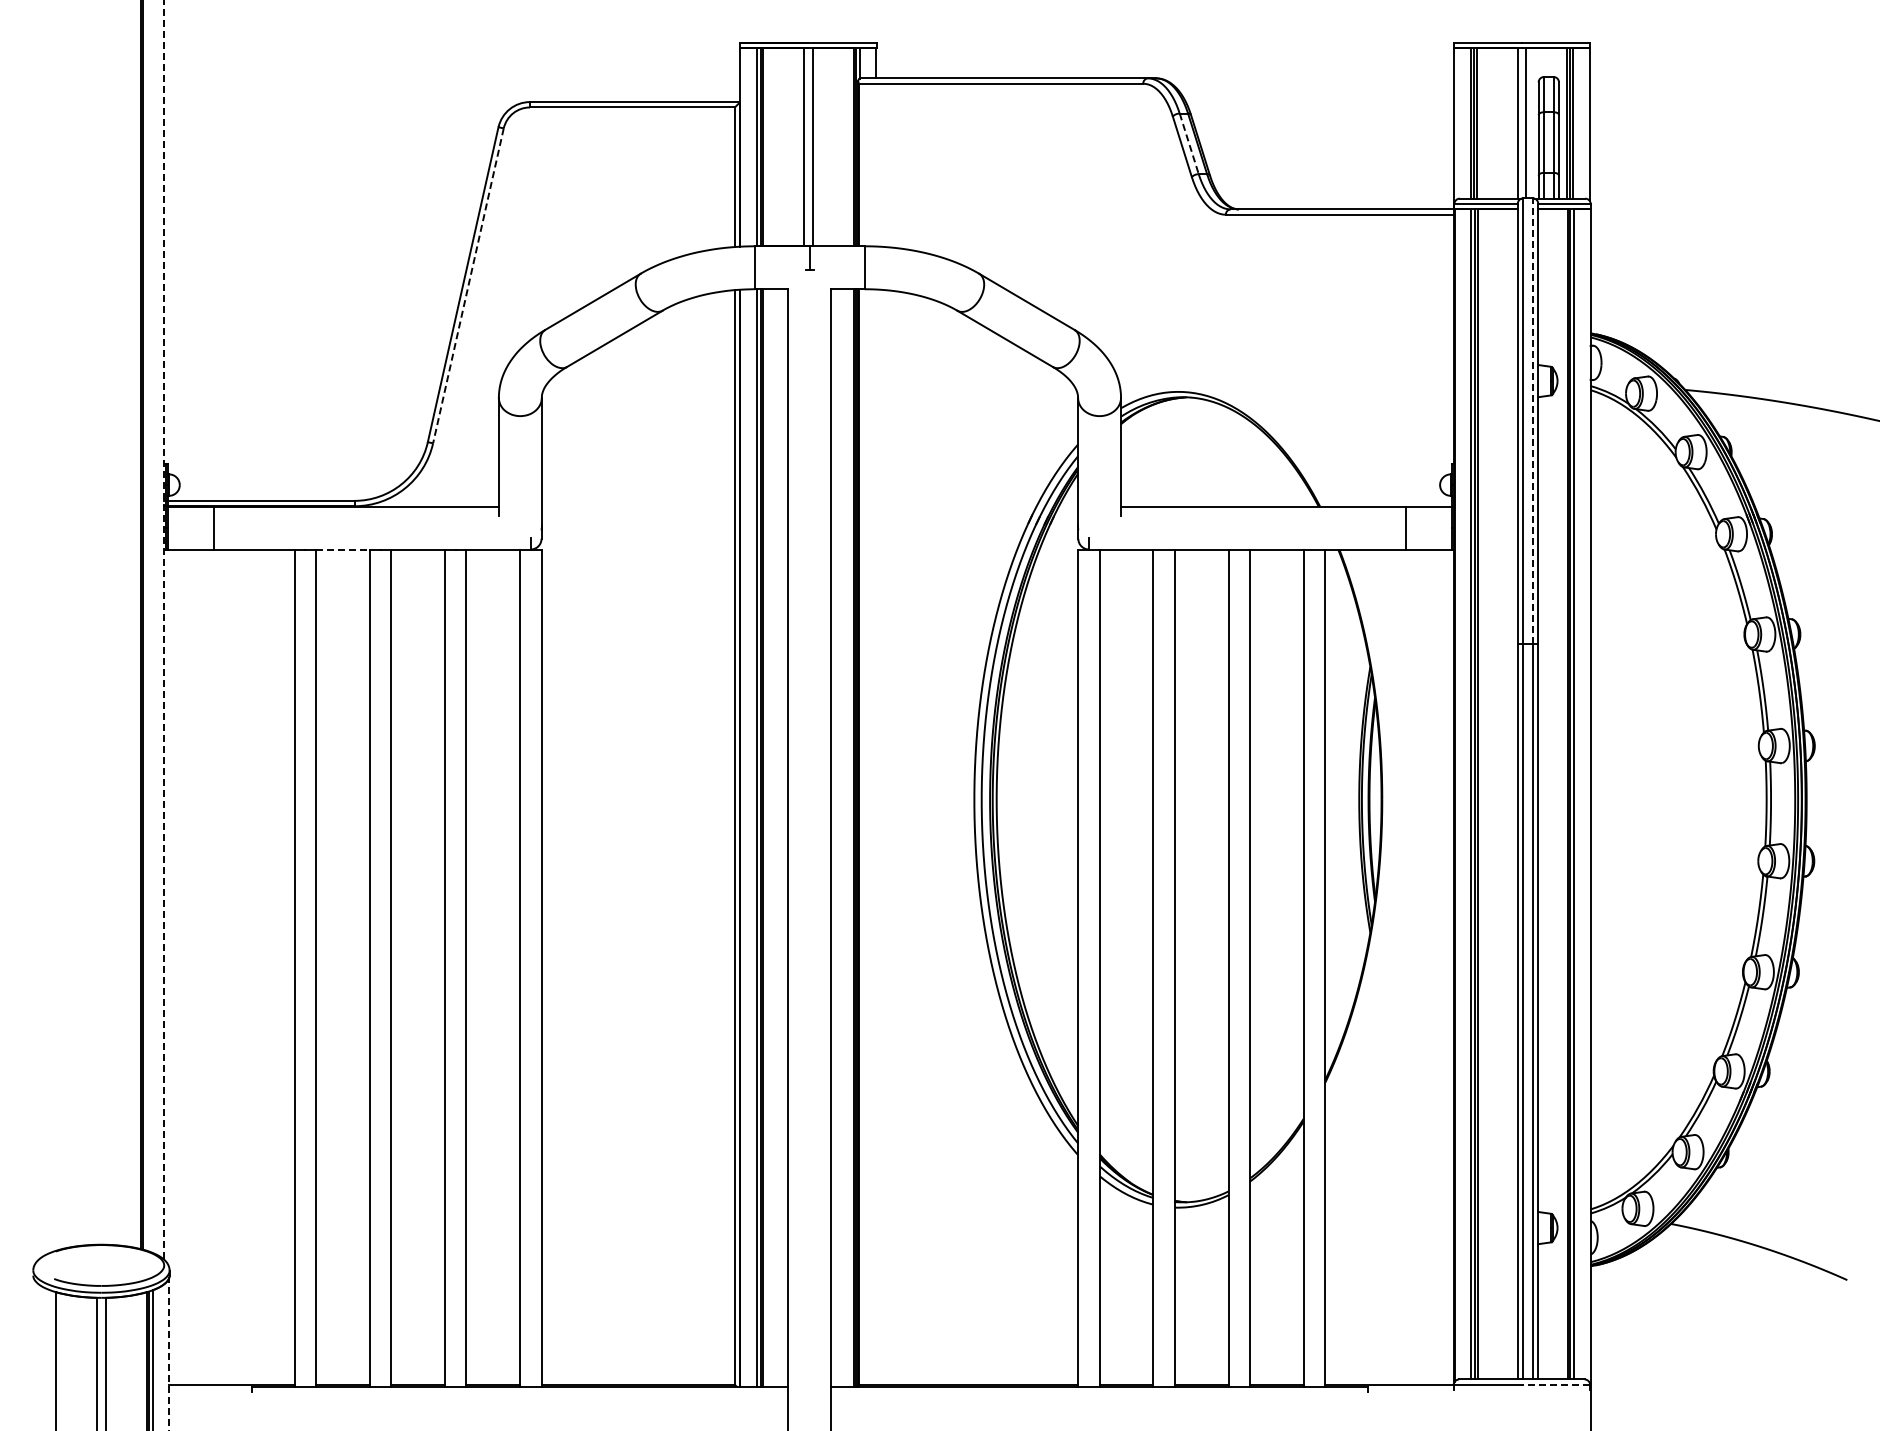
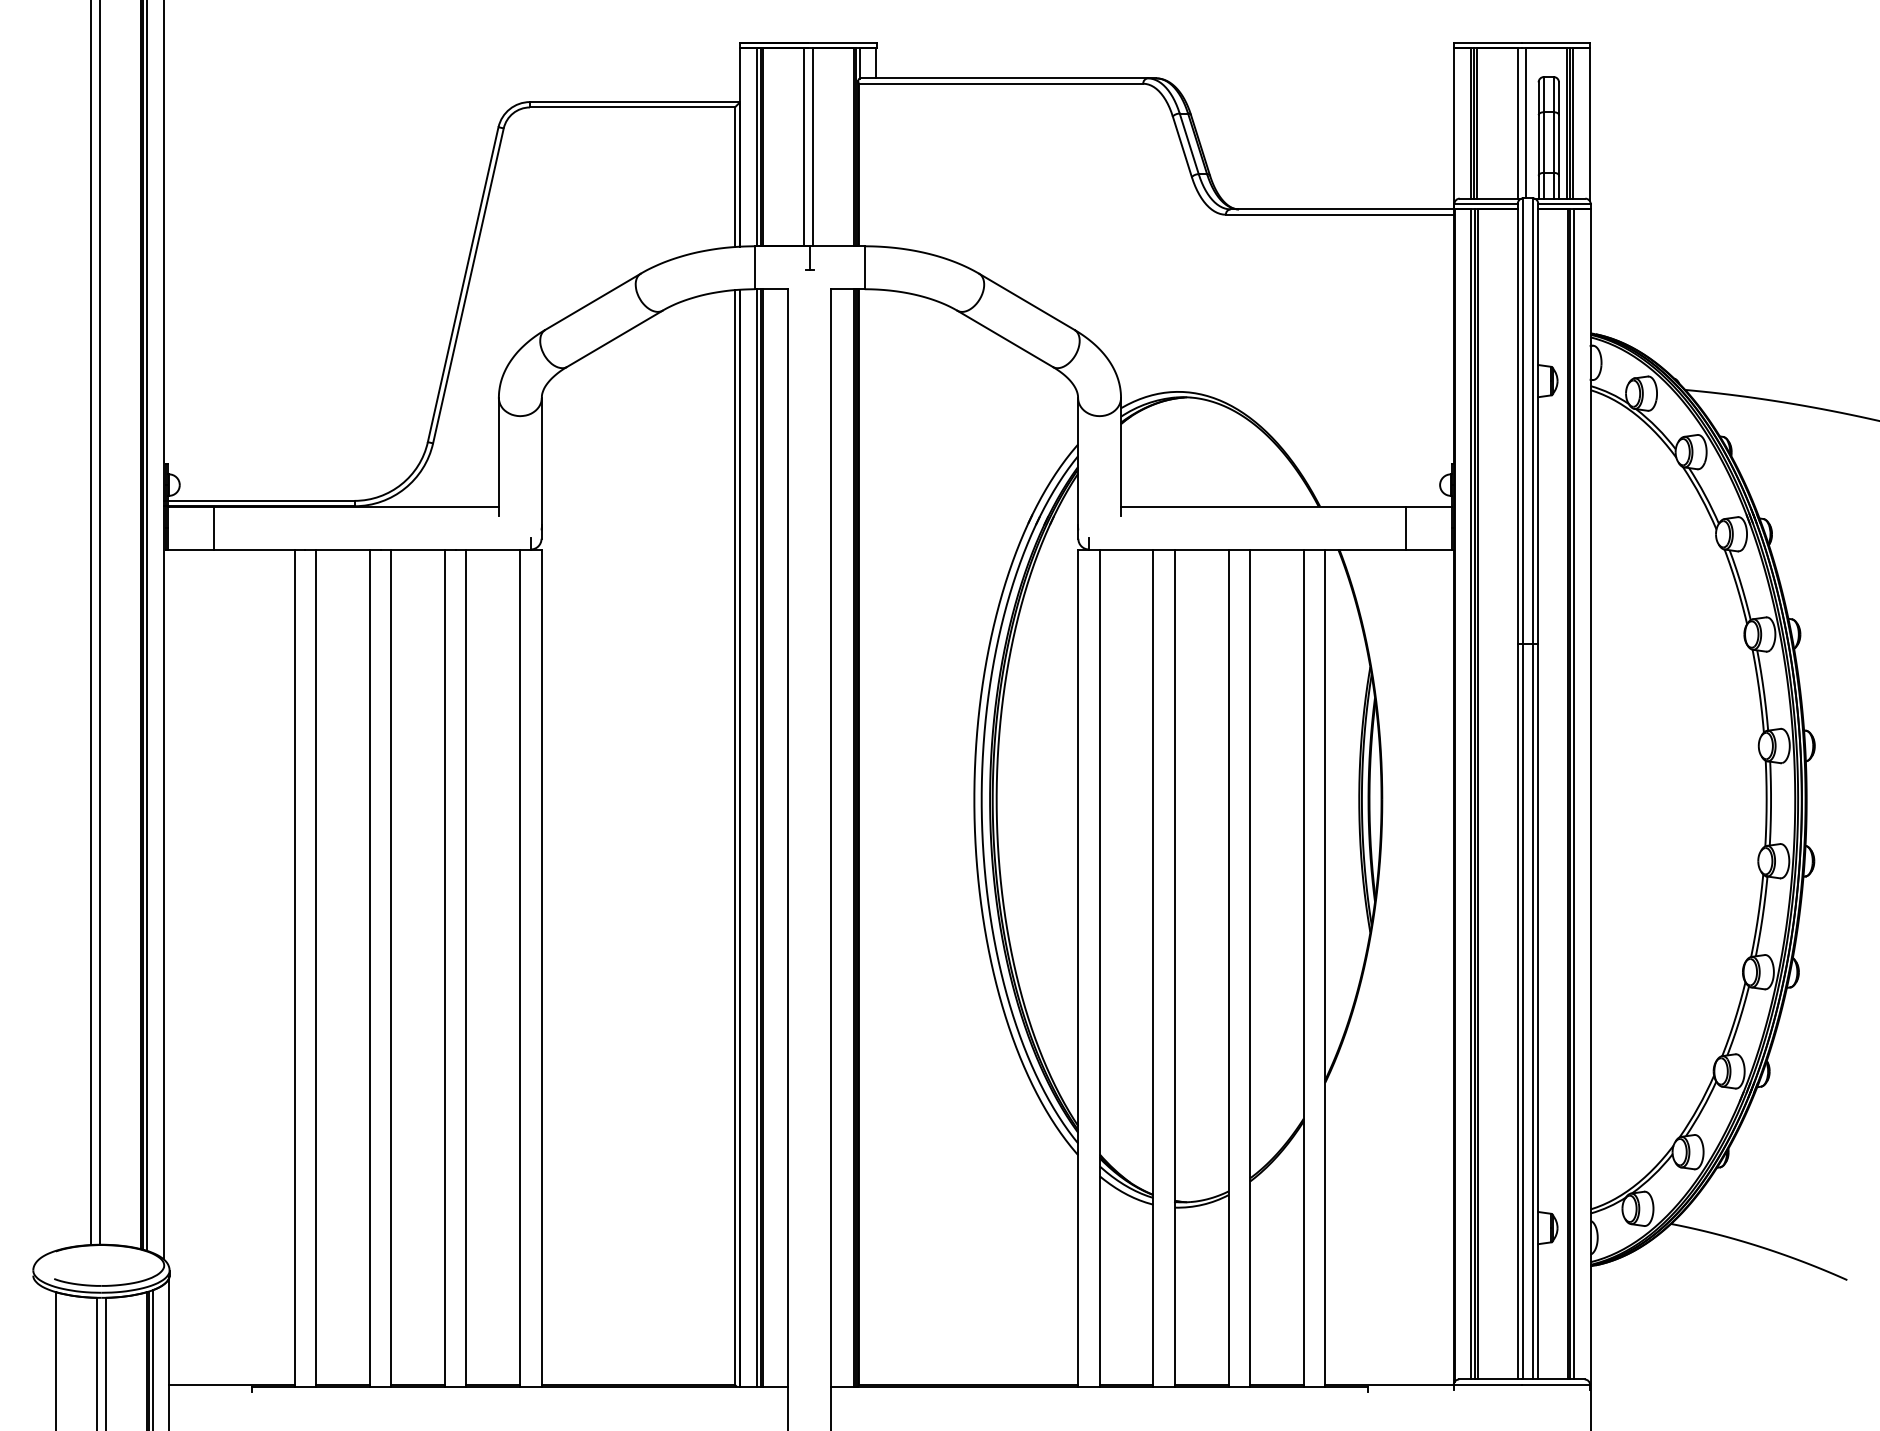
line at (1189, 143): dashed -> solid
line at (468, 286): dashed -> solid
line at (1532, 421): dashed -> solid
line at (342, 549): dashed -> solid
line at (91, 623): none -> present
line at (99, 623): none -> present
line at (146, 626): none -> present
line at (163, 629): dashed -> solid
line at (169, 1354): dashed -> solid
line at (1555, 1384): dashed -> solid
